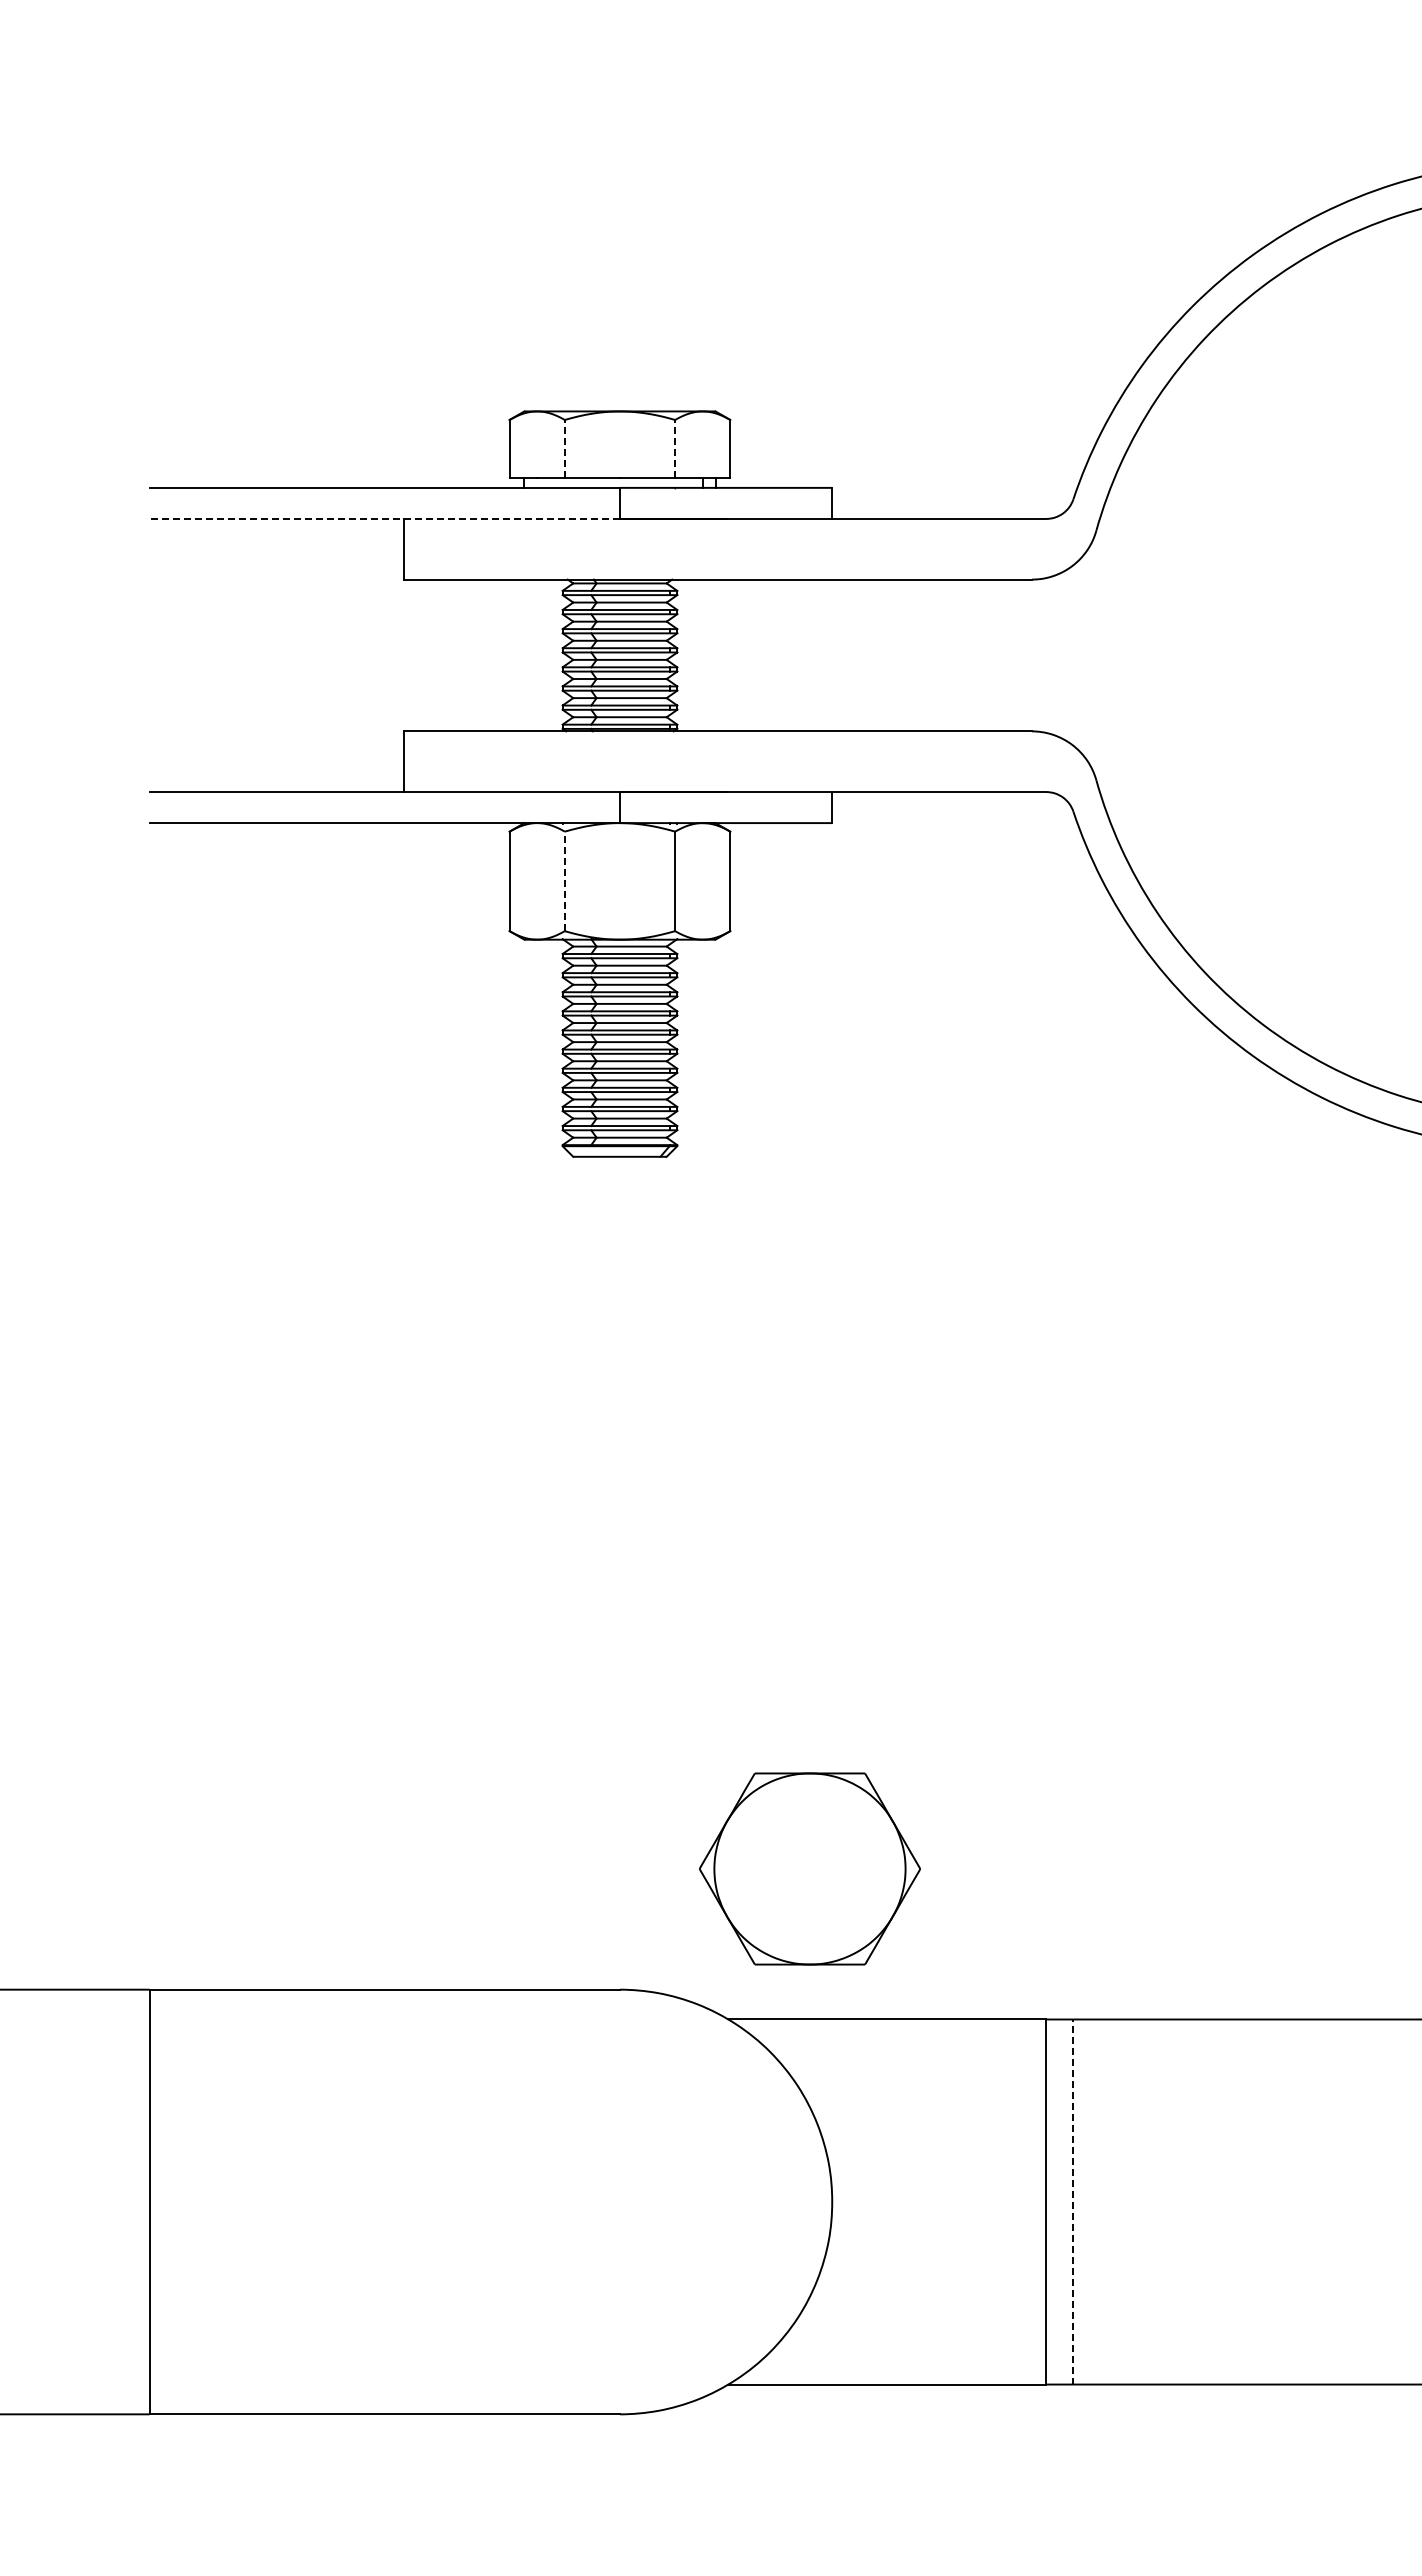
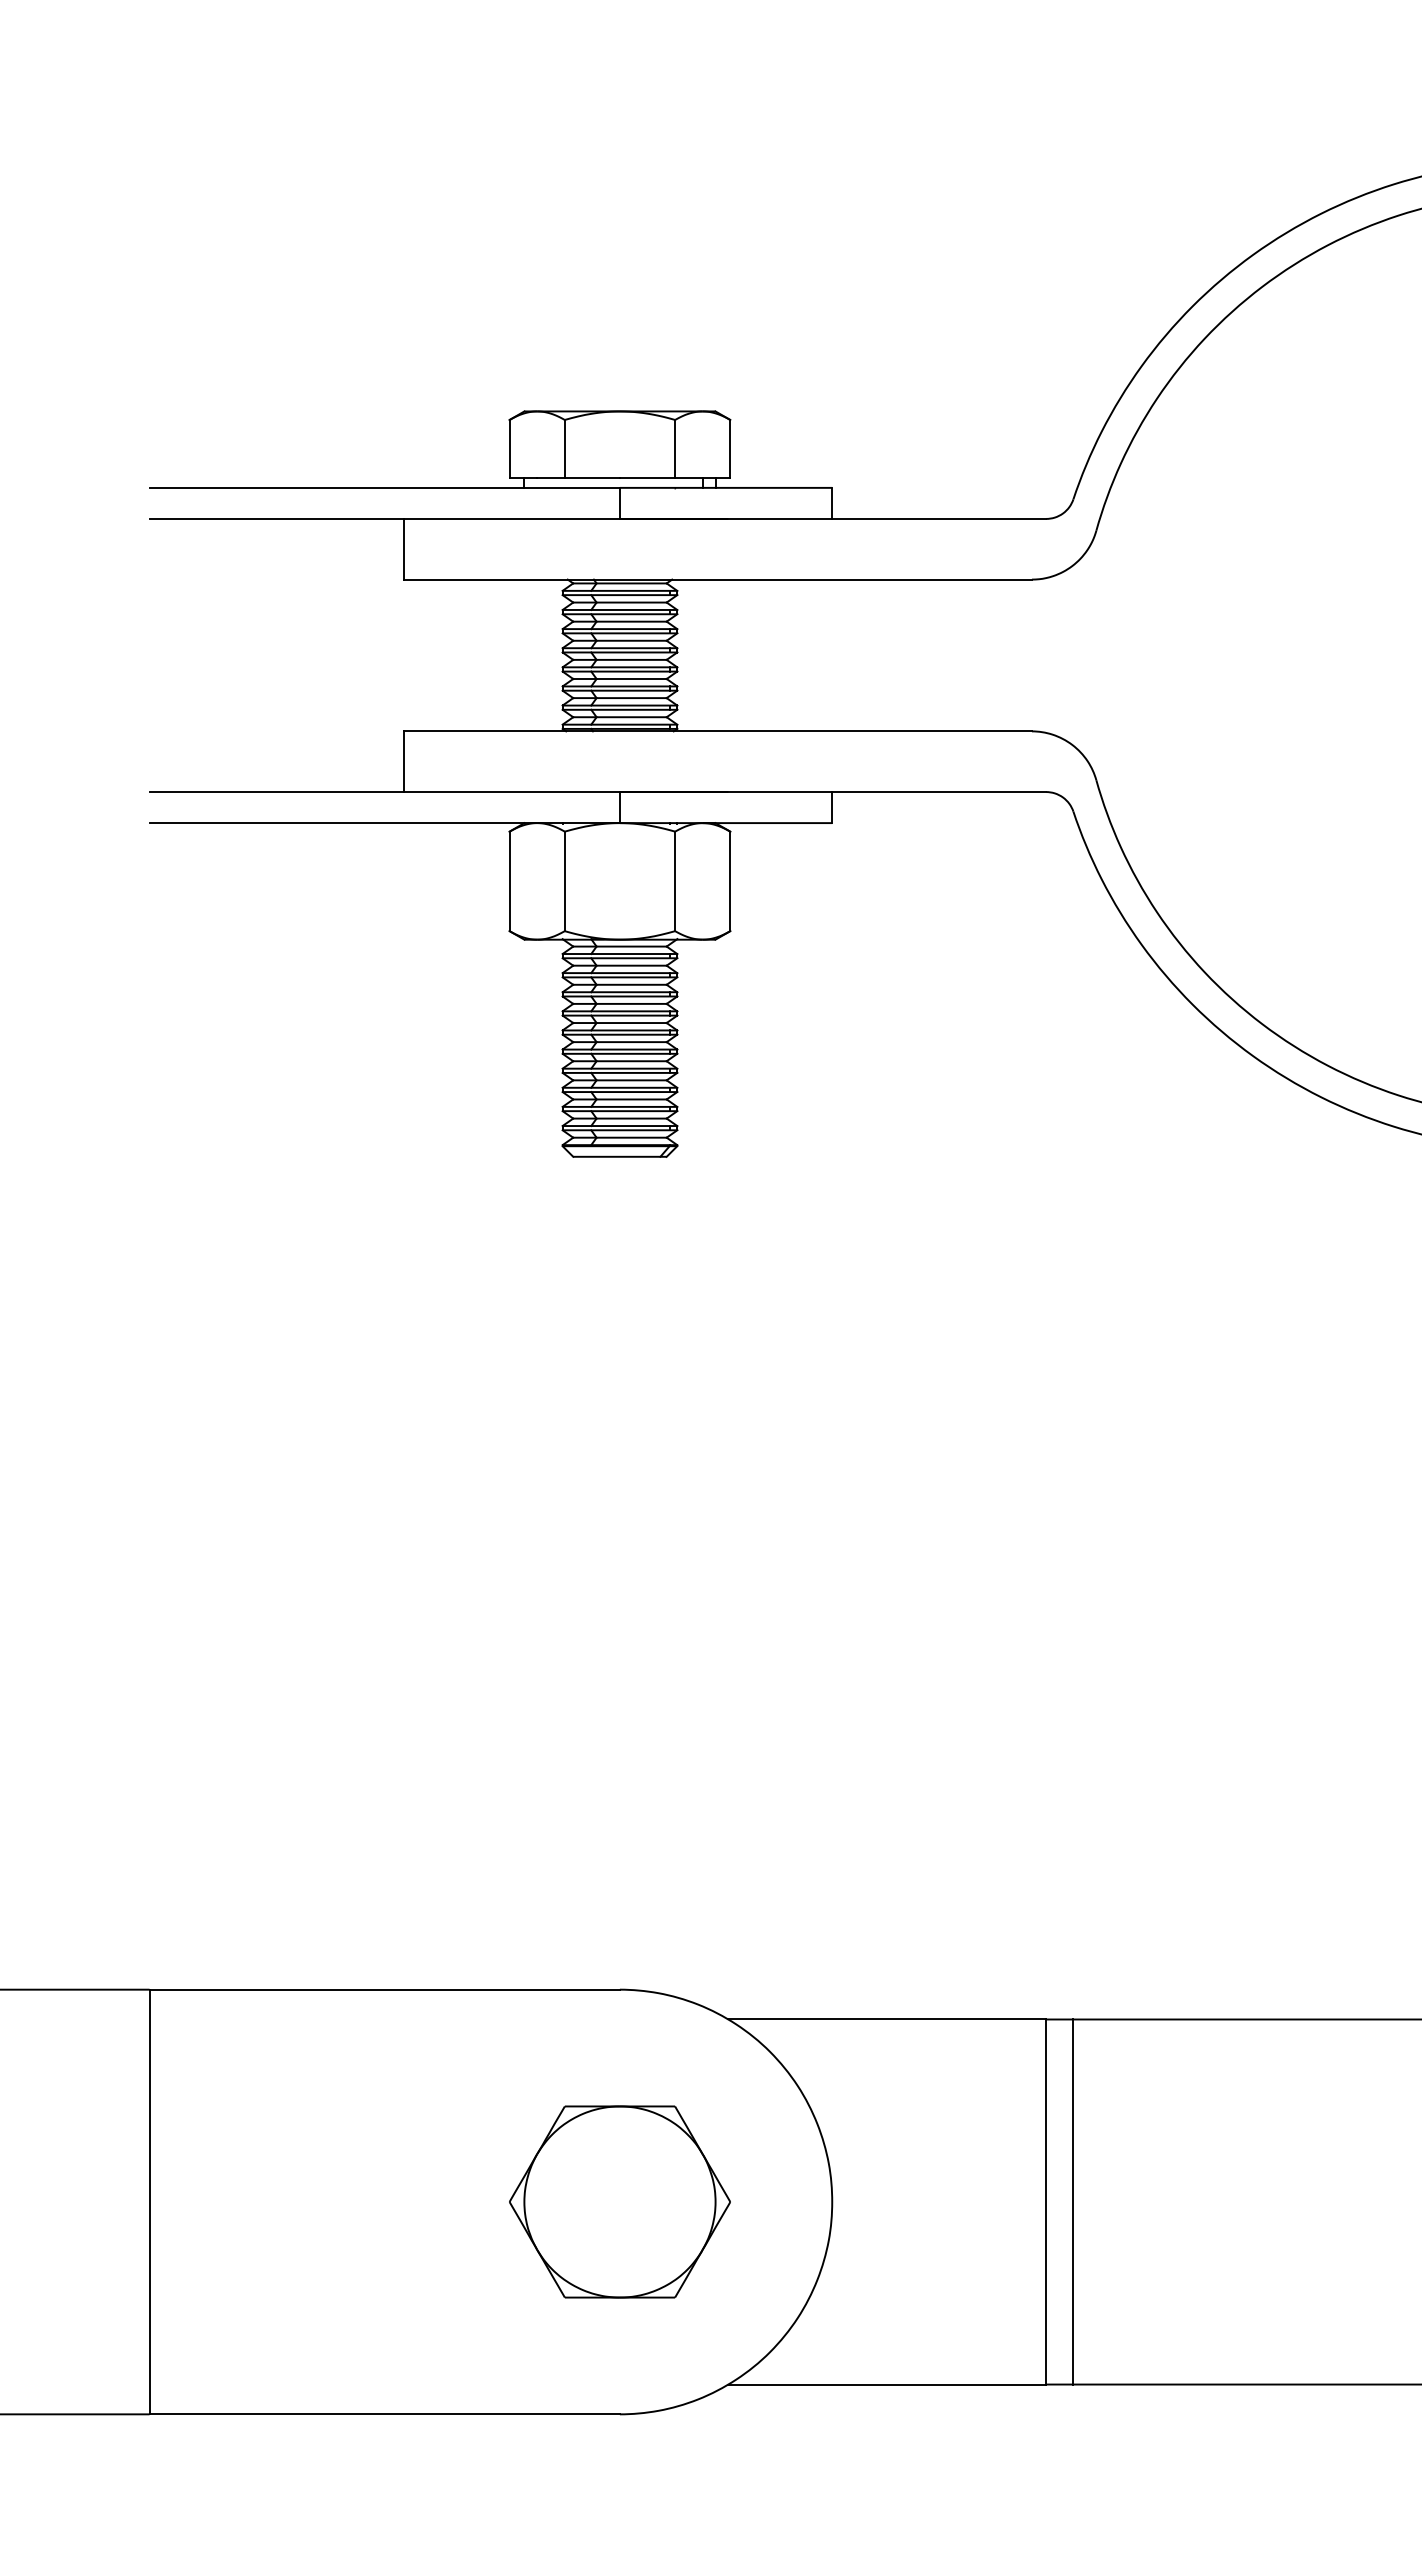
line at (564, 448): dashed -> solid
line at (675, 448): dashed -> solid
line at (384, 519): dashed -> solid
line at (564, 881): dashed -> solid
part at (809, 1868) position: (809, 1868) -> (619, 2201)
line at (1073, 2202): dashed -> solid
